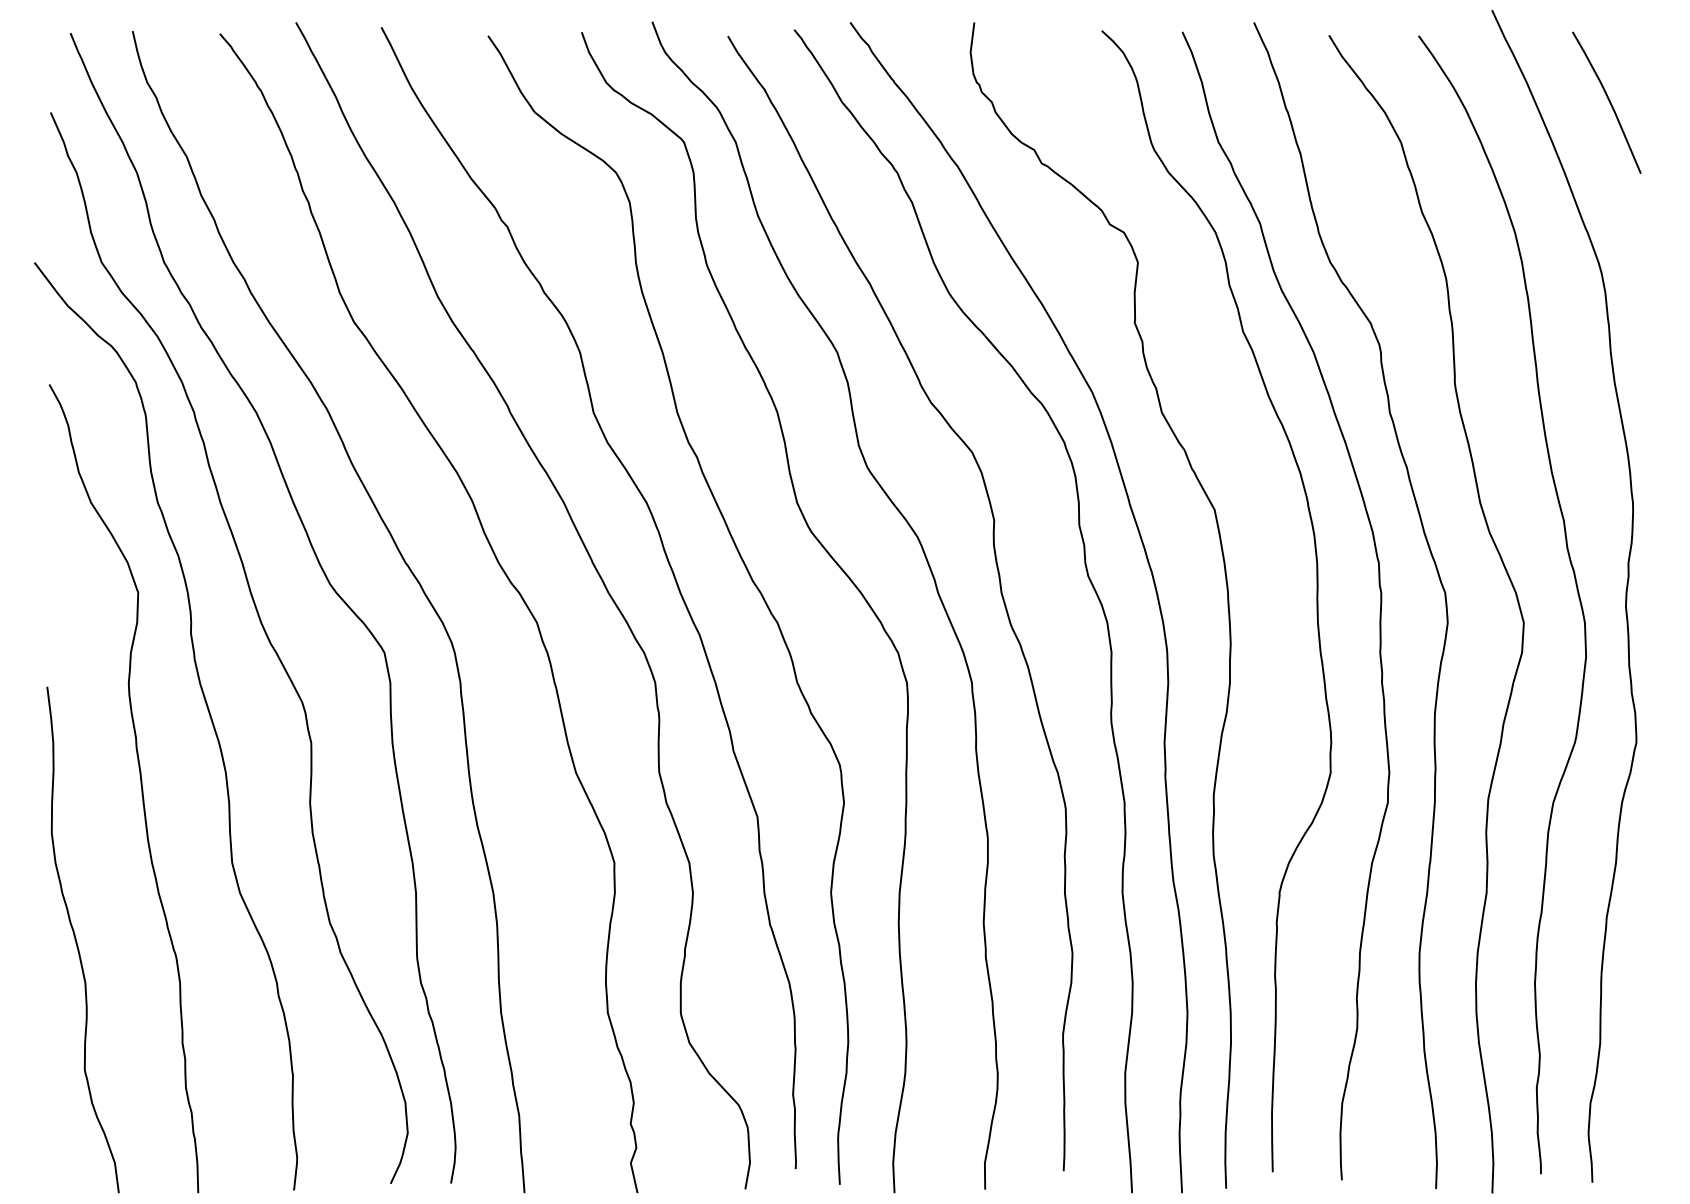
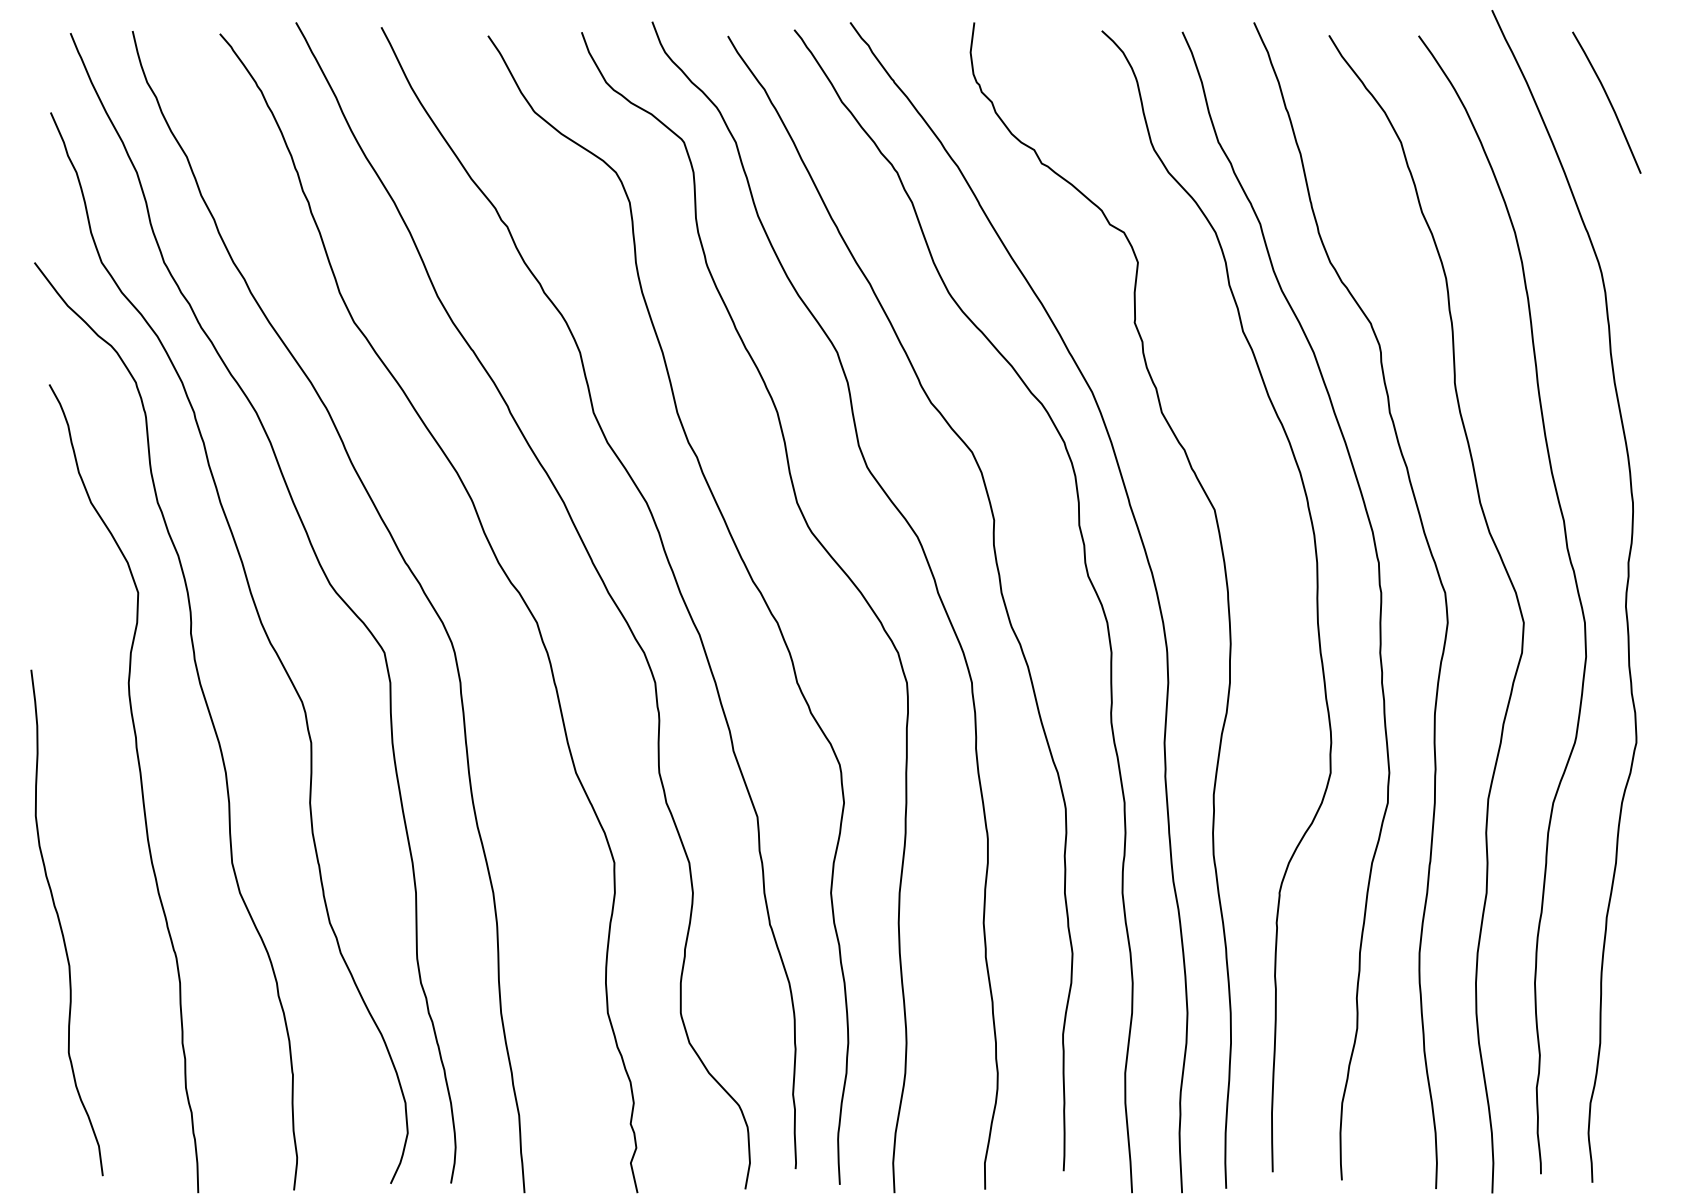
curve at (77, 941) position: (77, 941) -> (61, 924)
